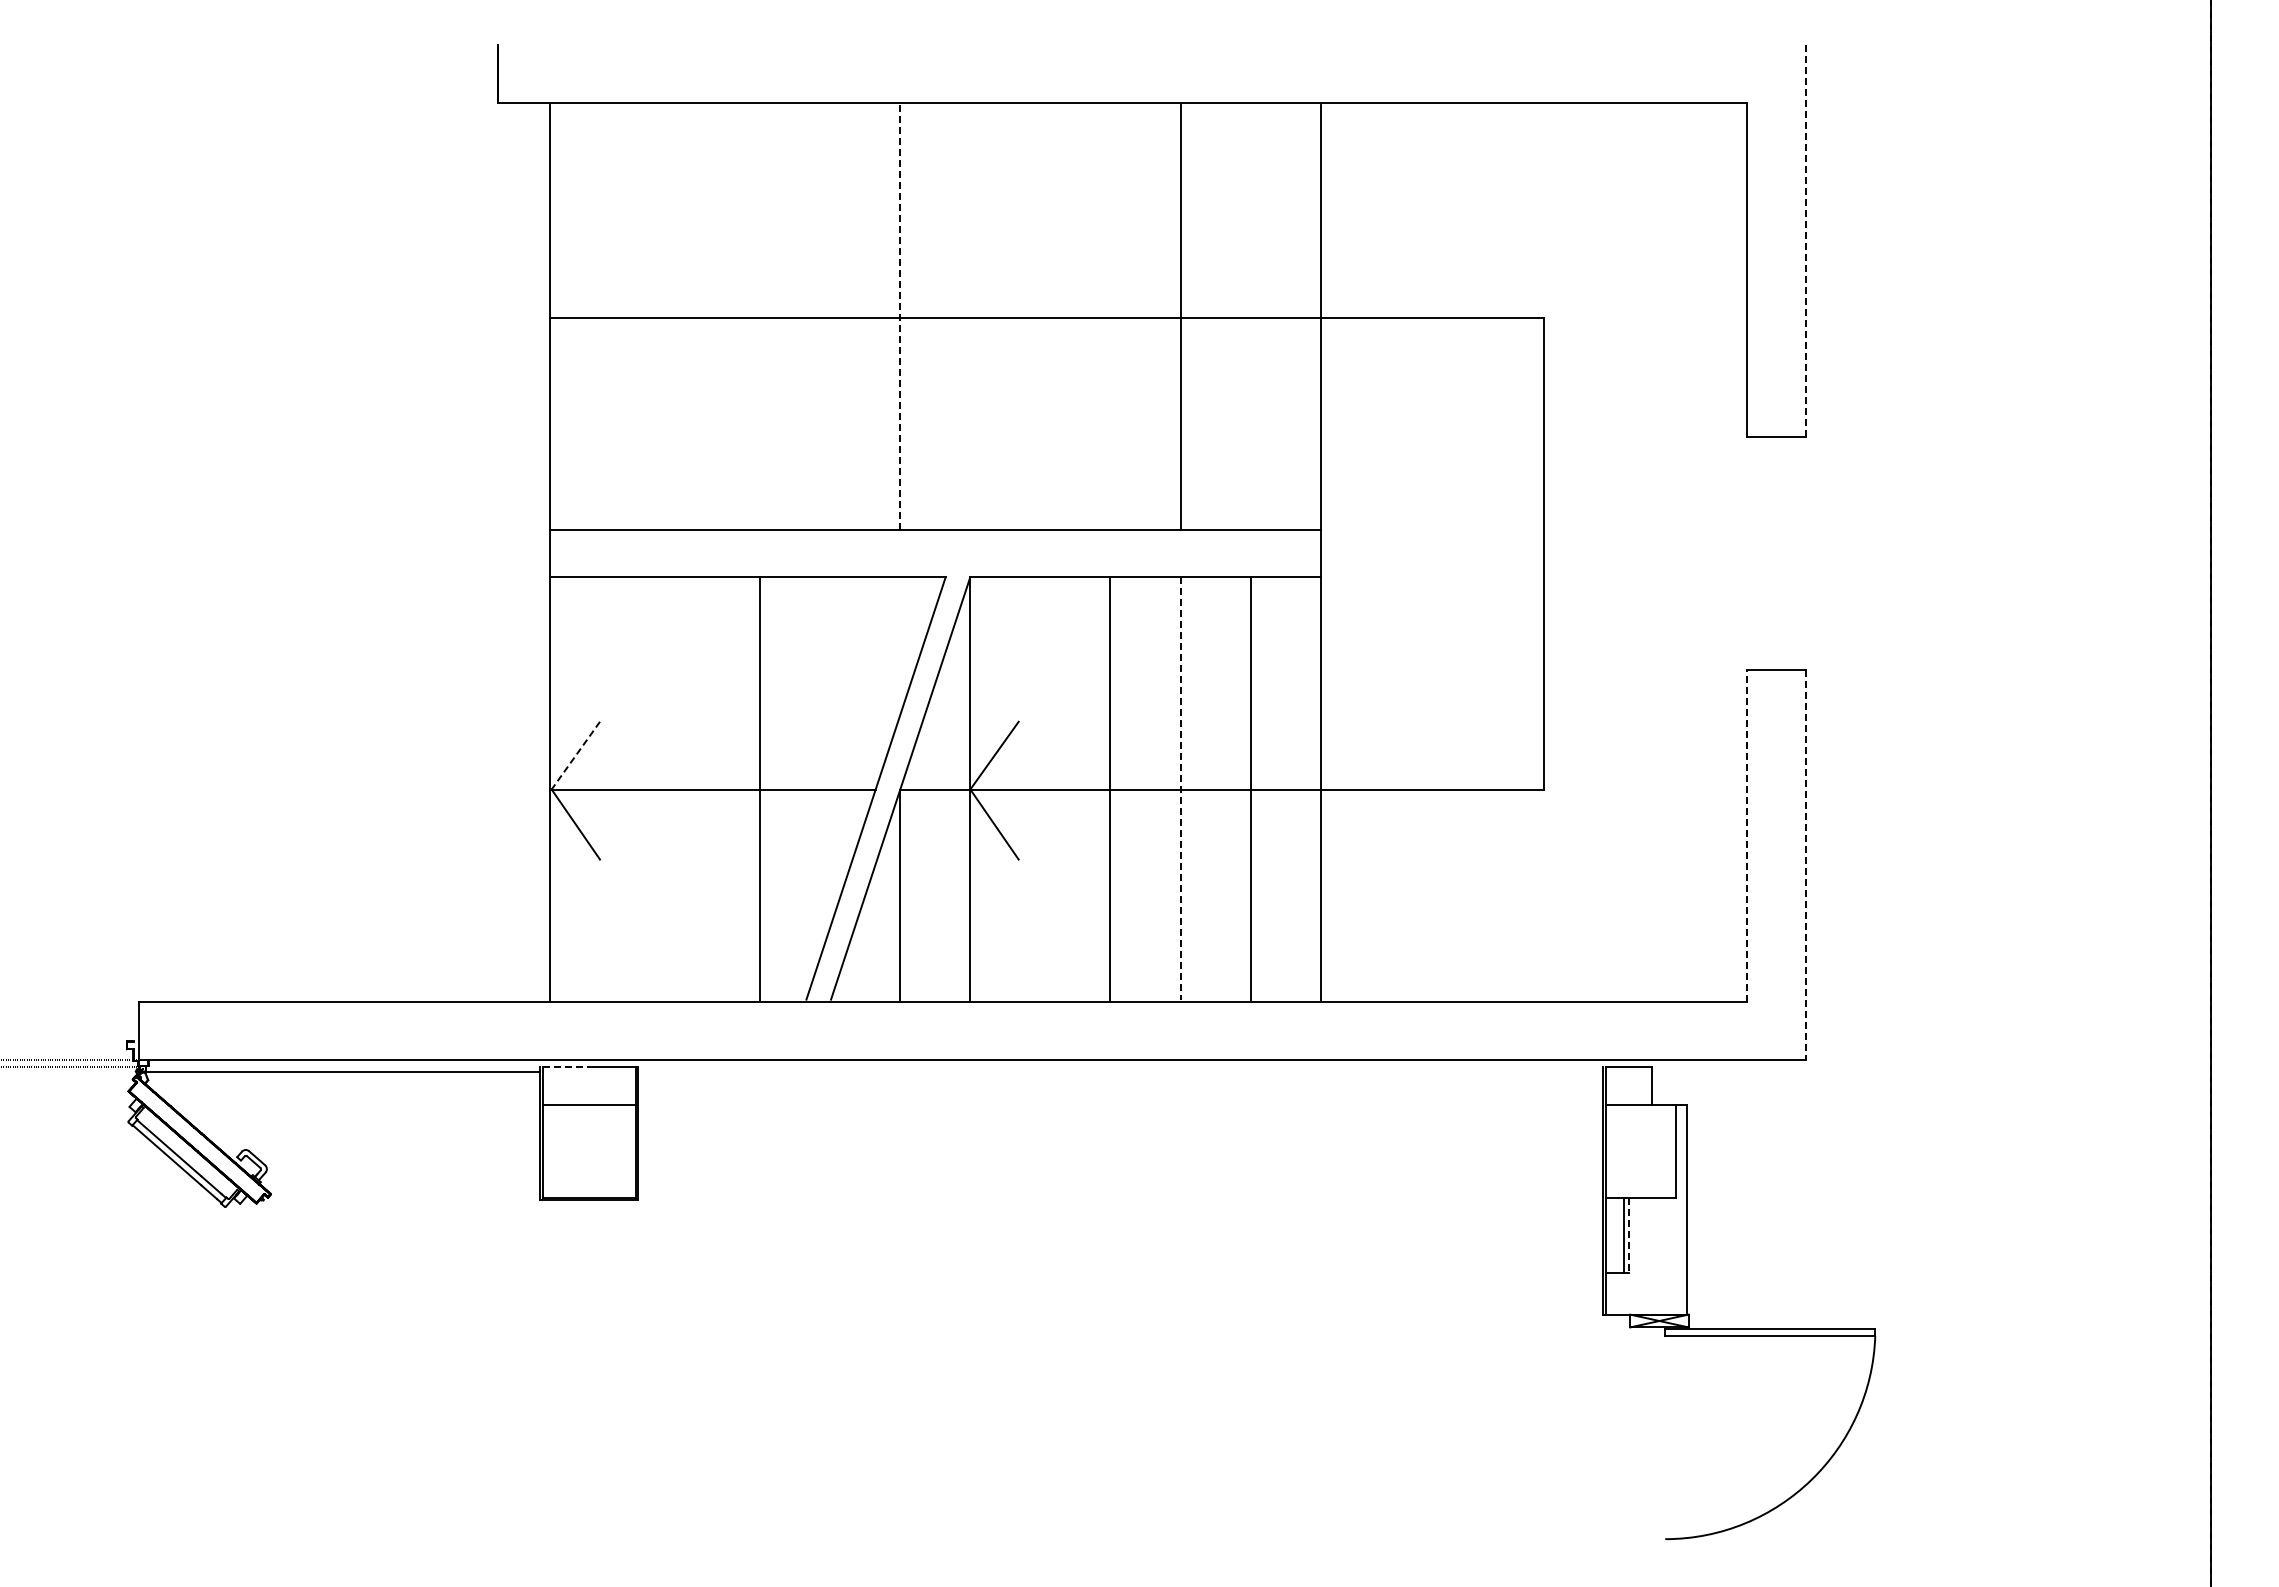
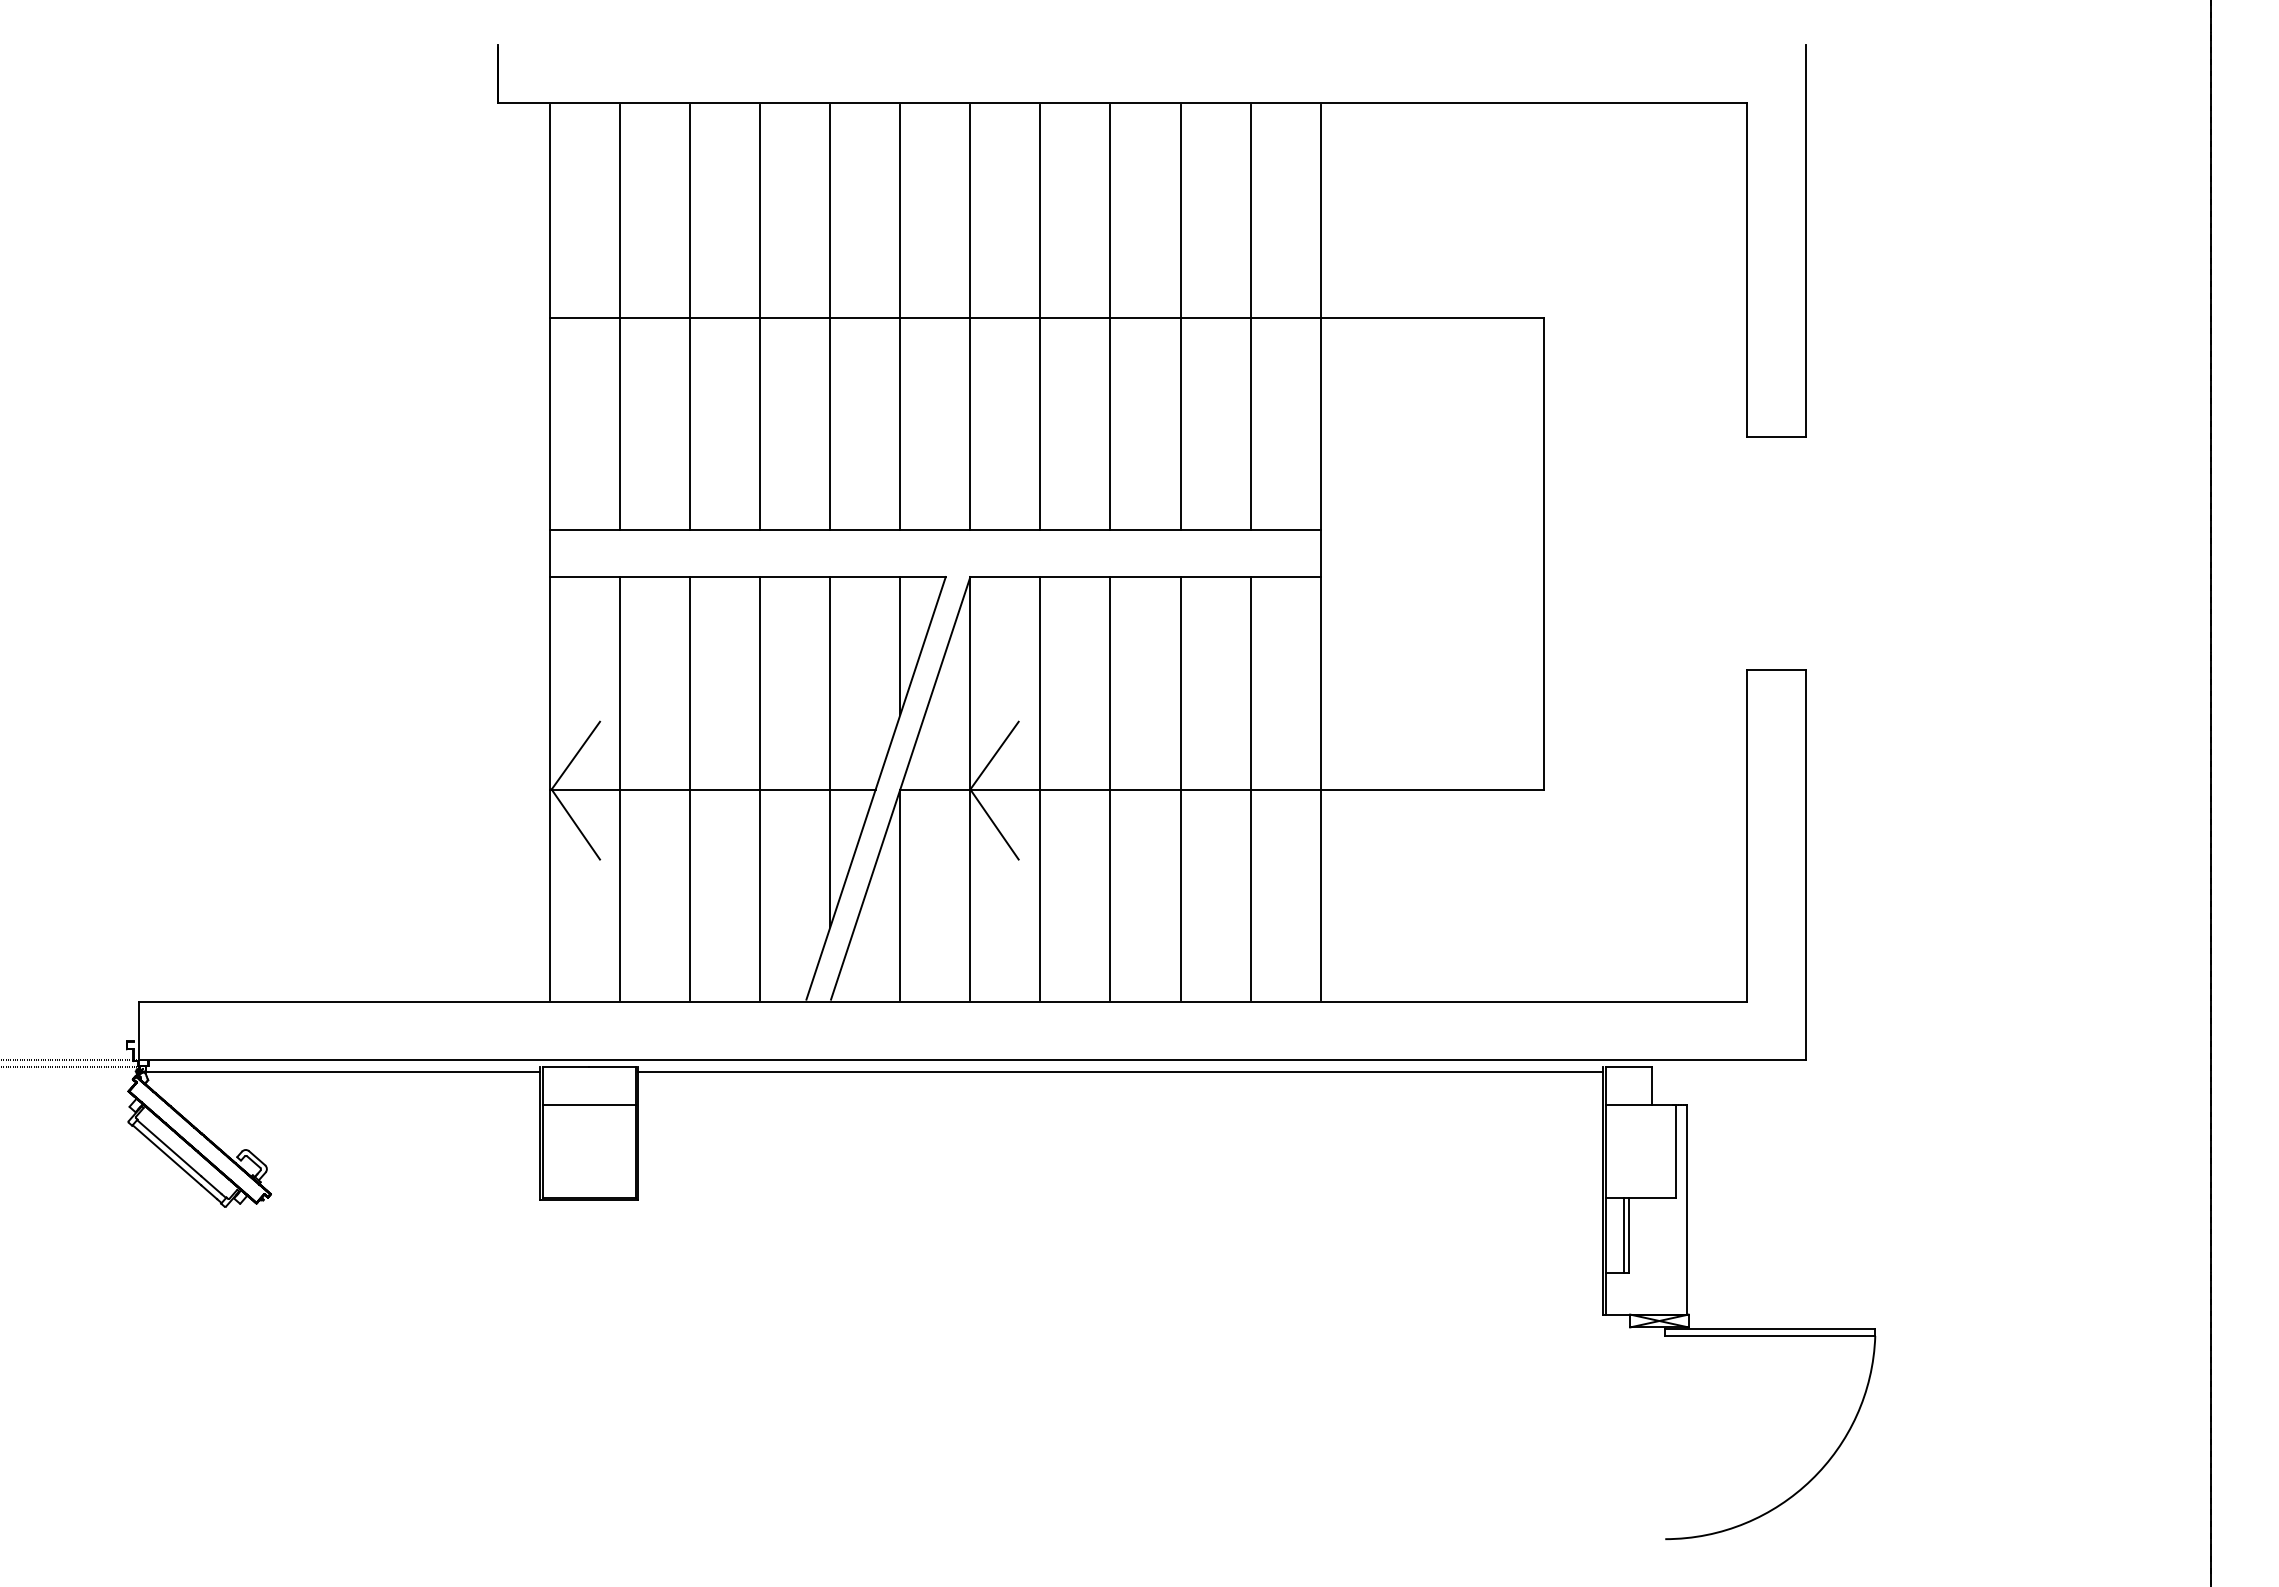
line at (1805, 241): dashed -> solid
line at (620, 317): none -> present
line at (690, 317): none -> present
line at (760, 317): none -> present
line at (830, 317): none -> present
line at (900, 317): dashed -> solid
line at (970, 317): none -> present
line at (1040, 317): none -> present
line at (1110, 317): none -> present
line at (1250, 317): none -> present
line at (900, 645): none -> present
line at (830, 752): none -> present
line at (575, 755): dashed -> solid
line at (620, 788): none -> present
line at (690, 788): none -> present
line at (1040, 788): none -> present
line at (1180, 788): dashed -> solid
line at (1747, 836): dashed -> solid
line at (1805, 865): dashed -> solid
line at (566, 1067): dashed -> solid
line at (1120, 1072): none -> present
line at (1629, 1235): dashed -> solid
